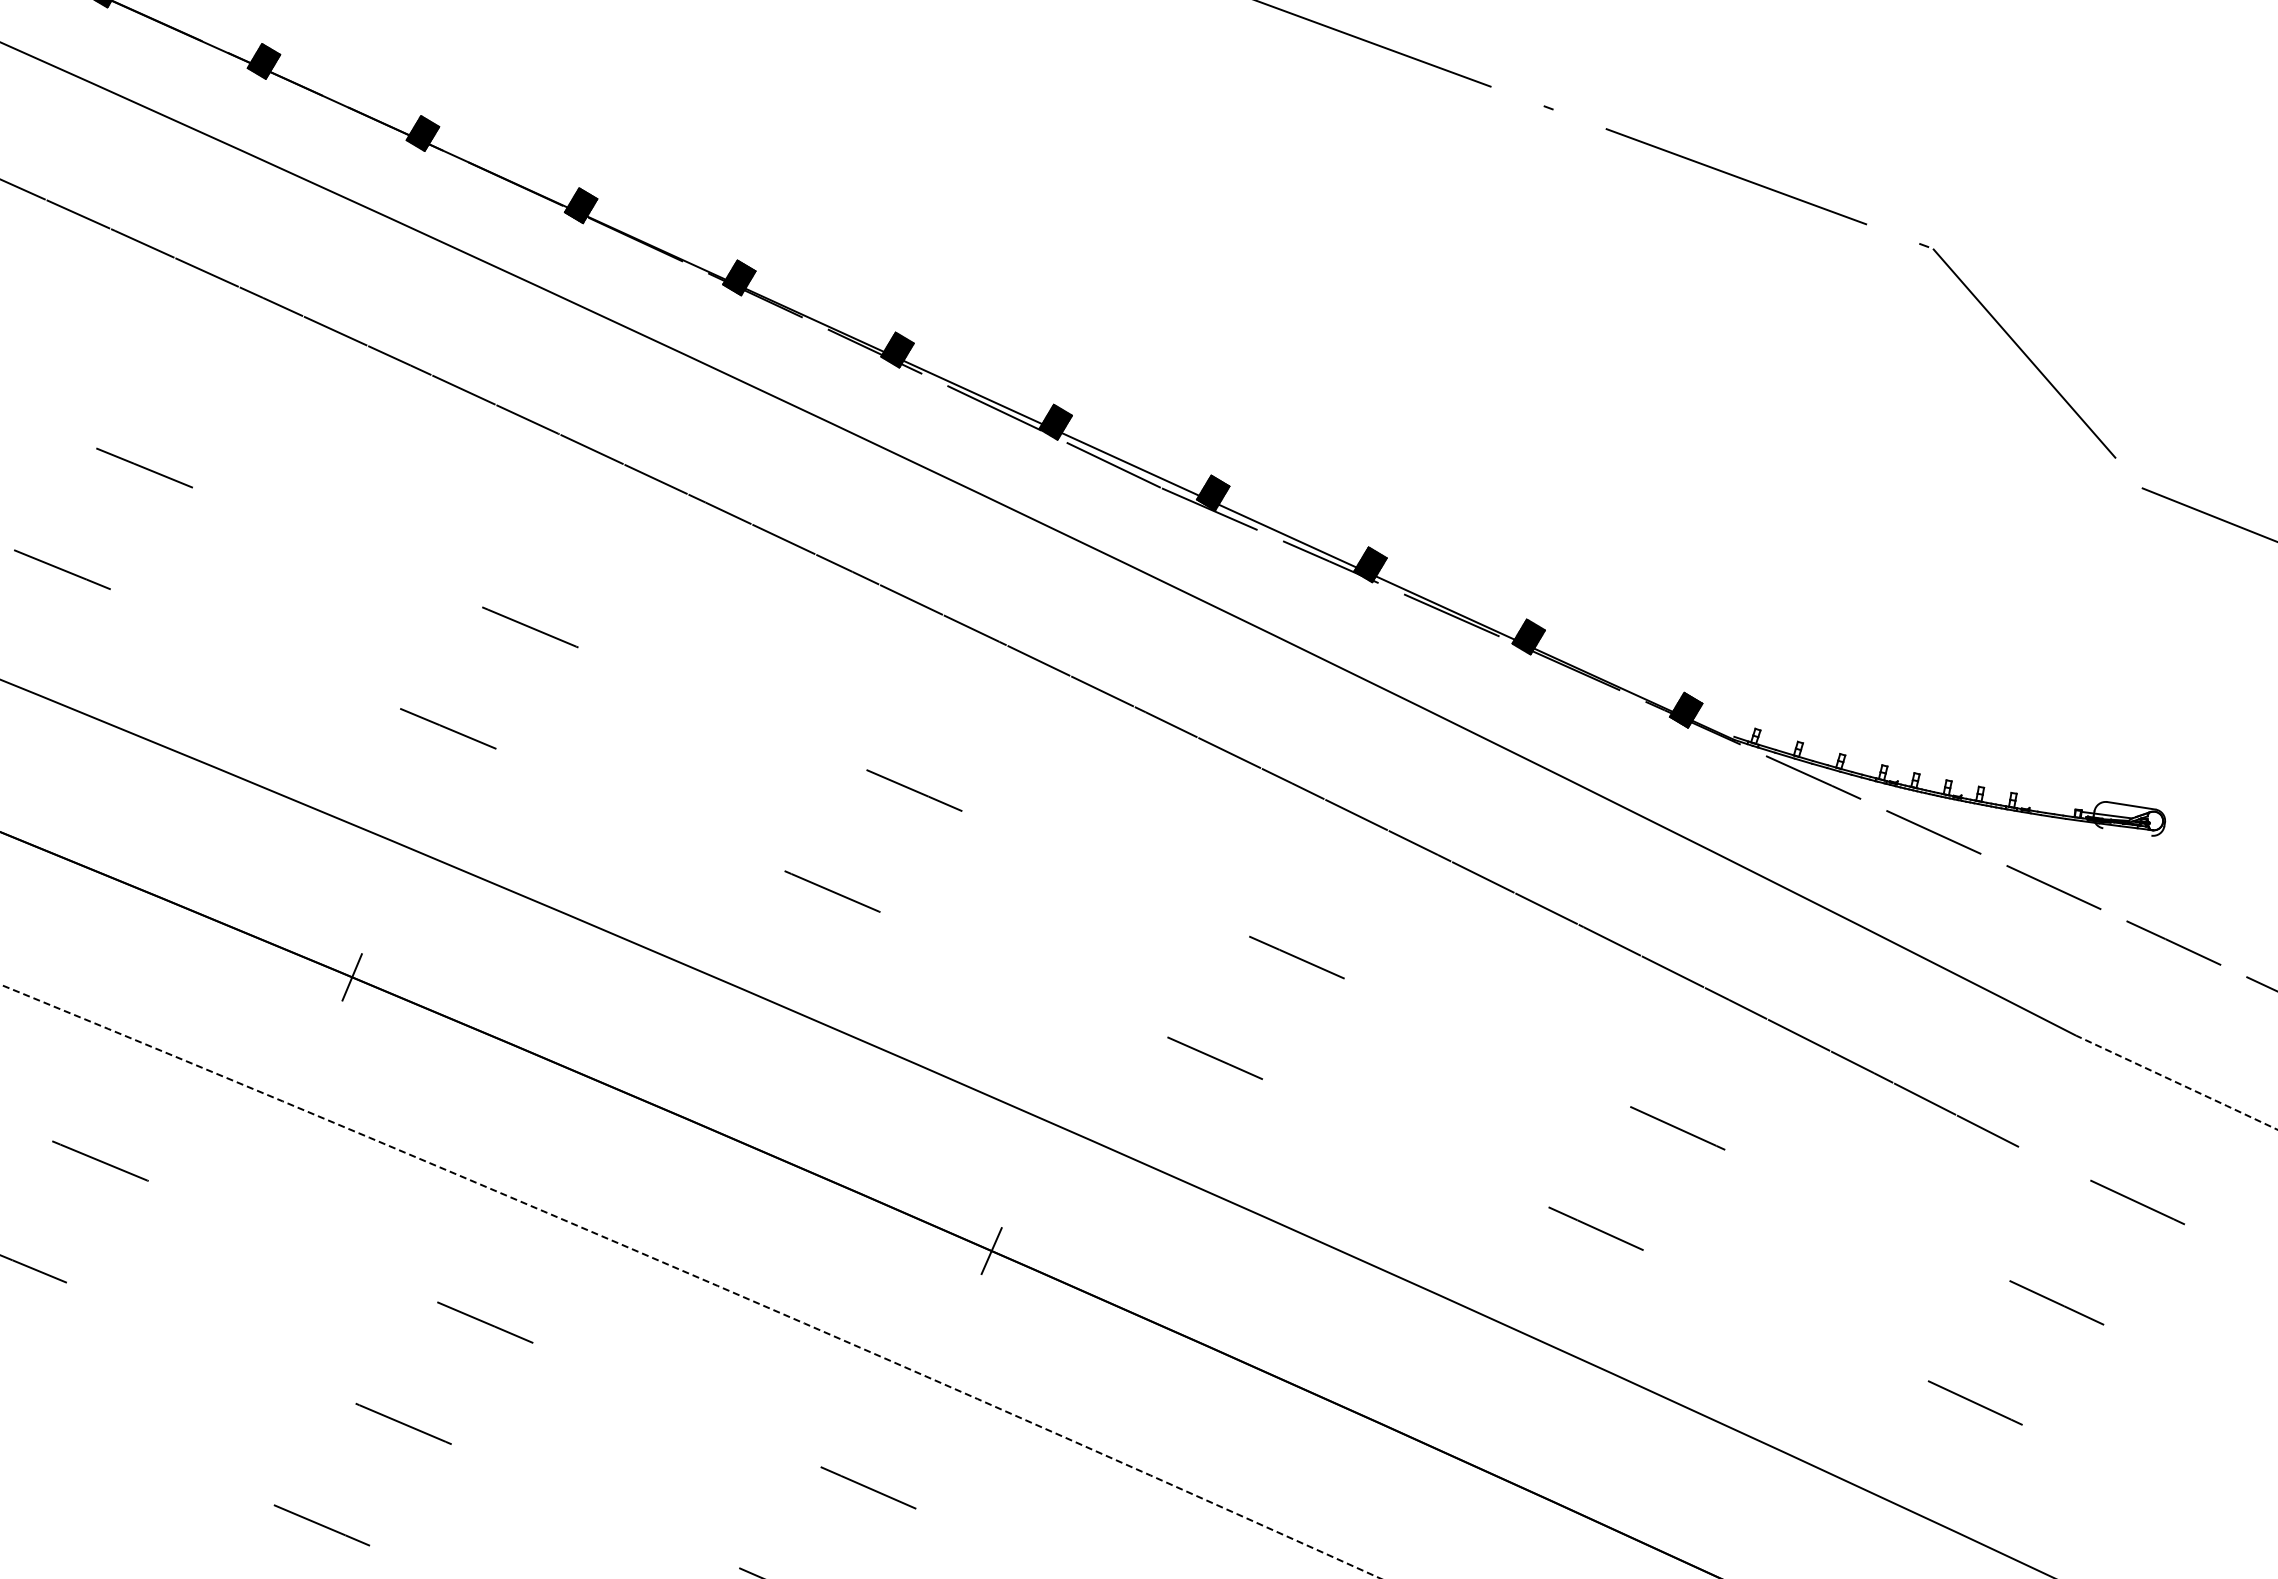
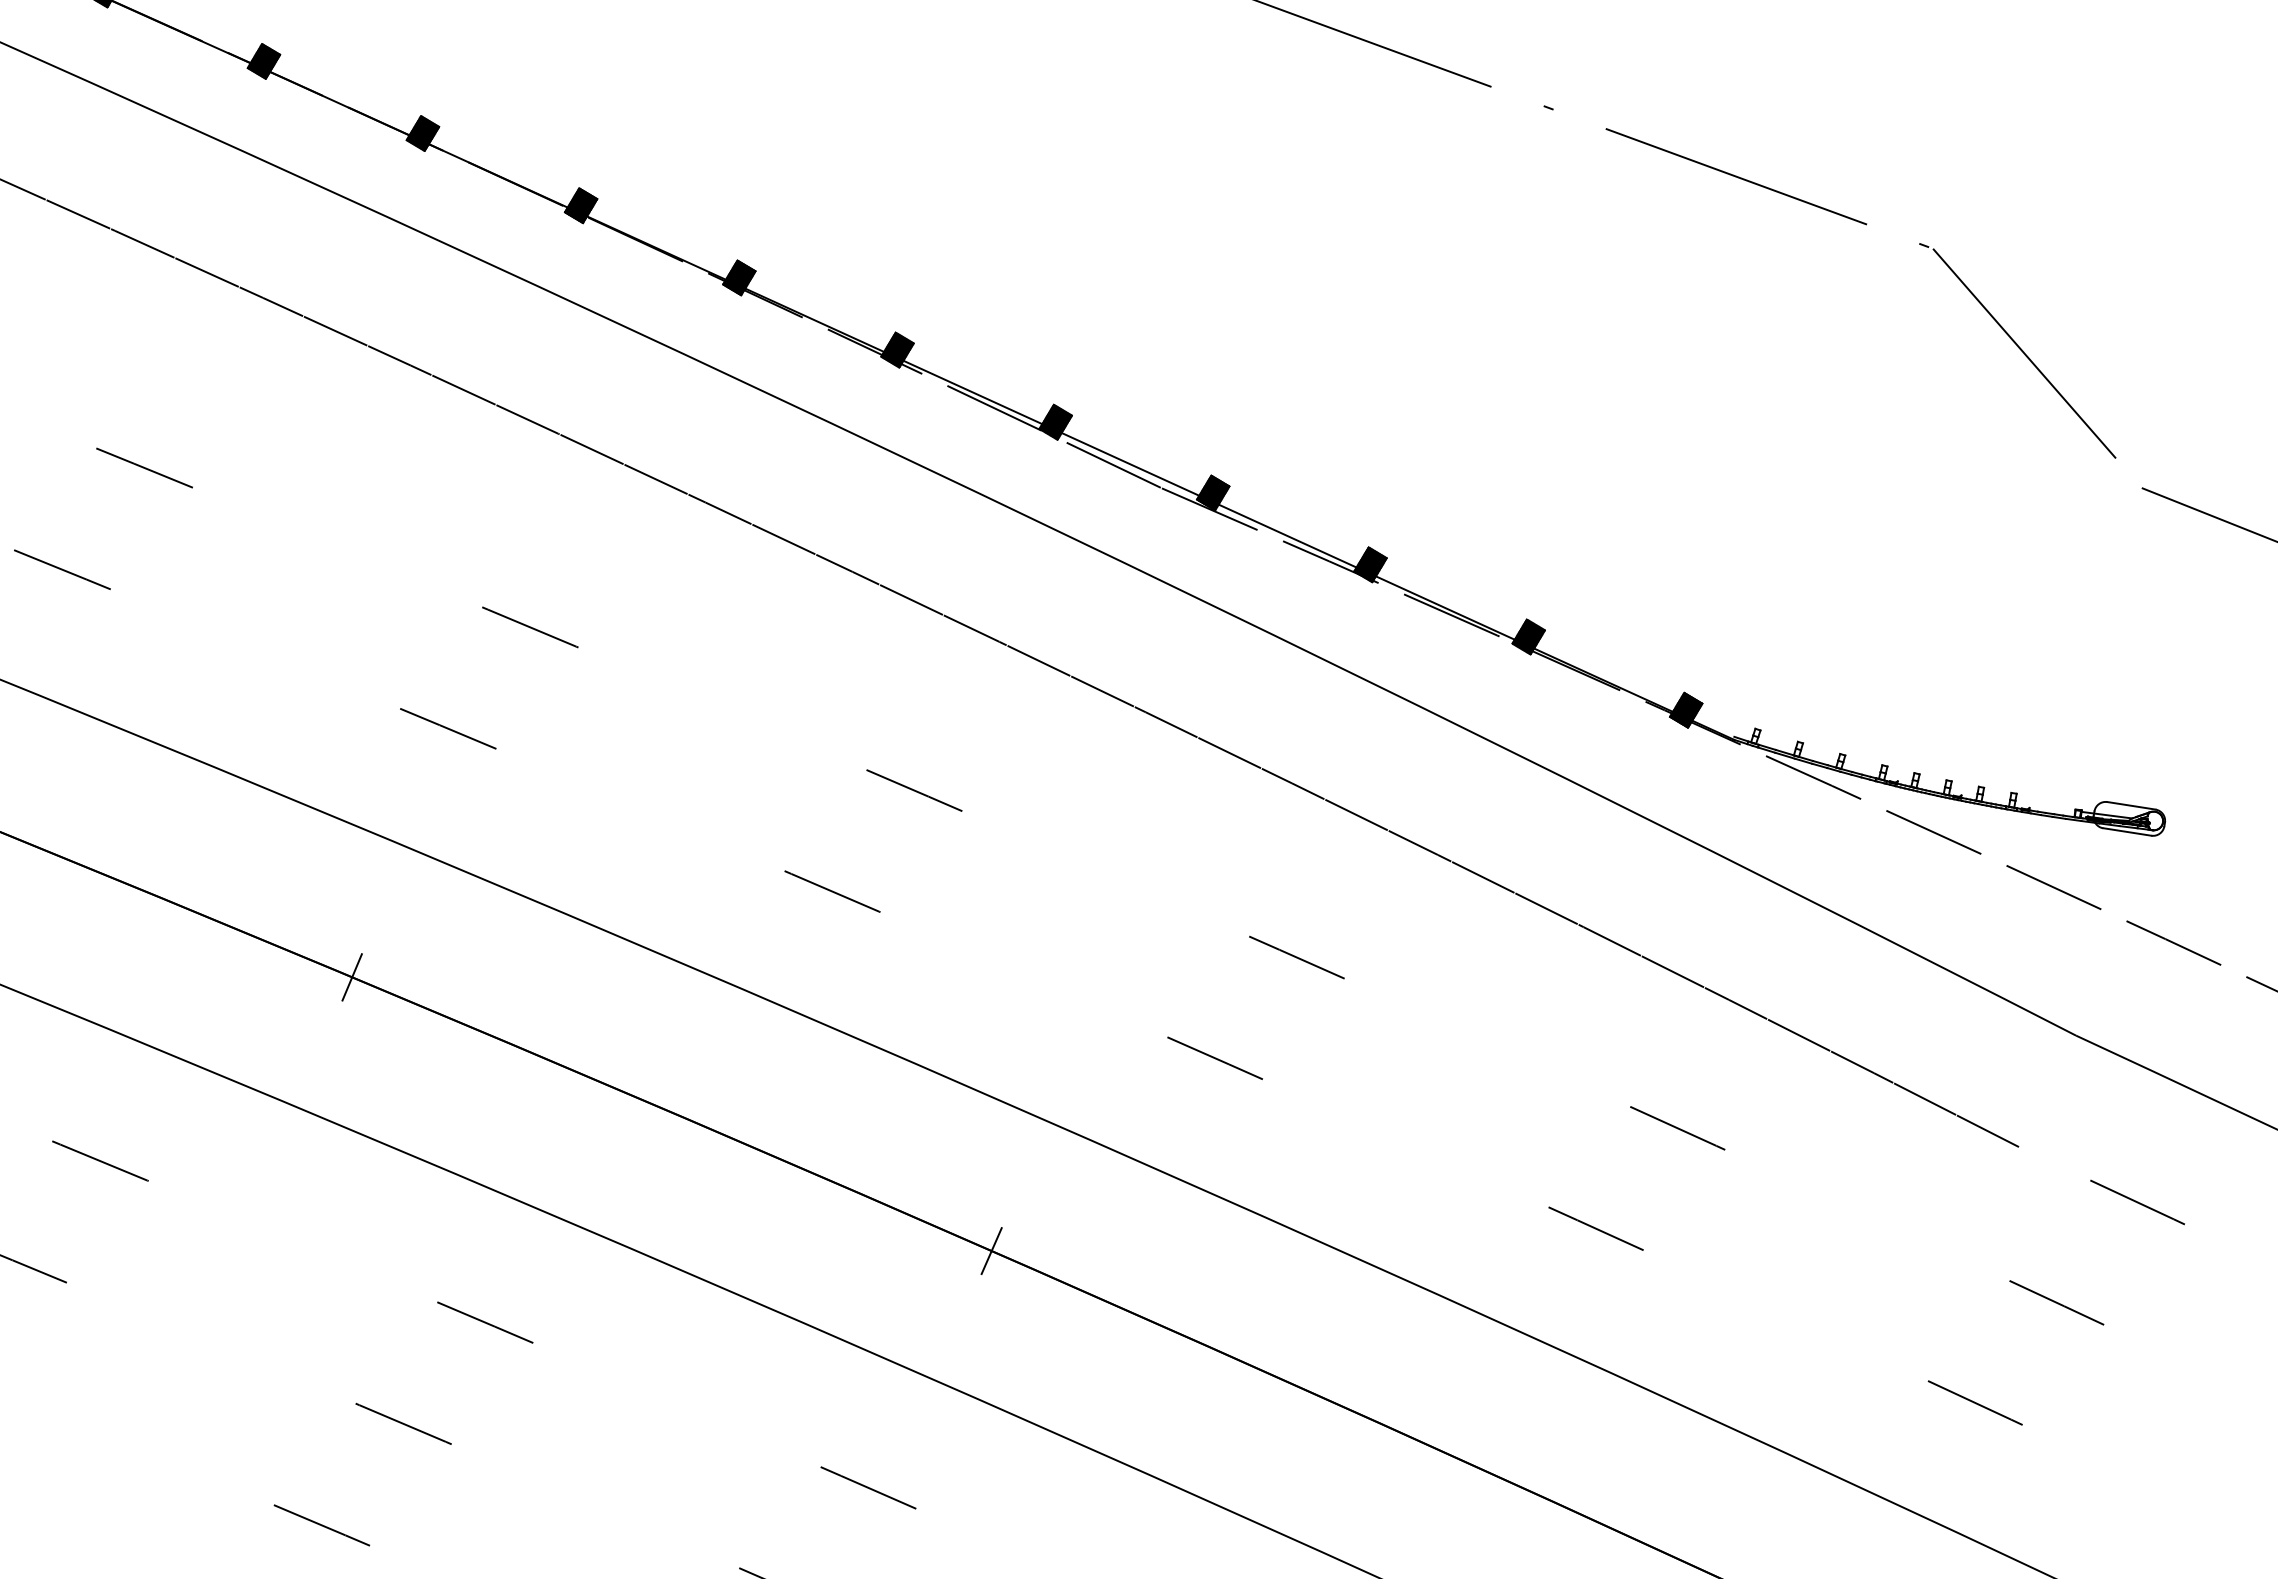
line at (2127, 831): none -> present
arc at (2177, 1082): dashed -> solid
arc at (693, 1275): dashed -> solid
